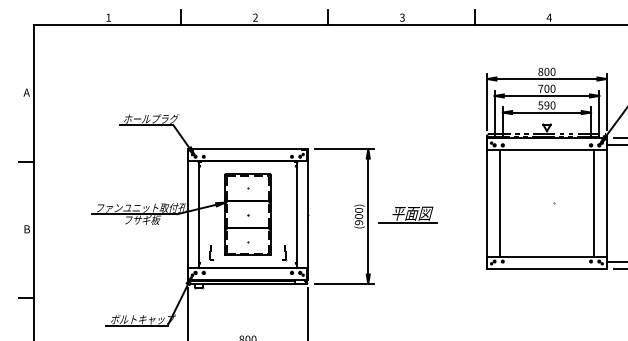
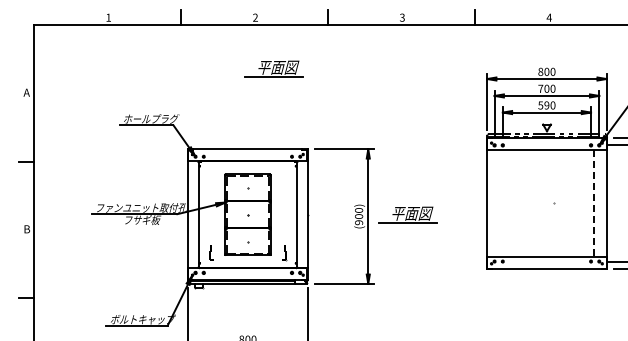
part at (273, 68): none -> present
line at (499, 203): present -> none
line at (594, 203): solid -> dashed
